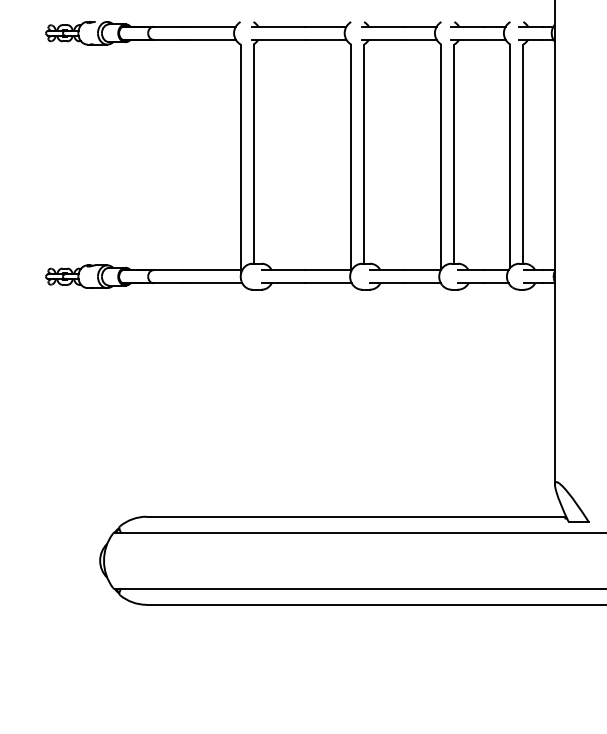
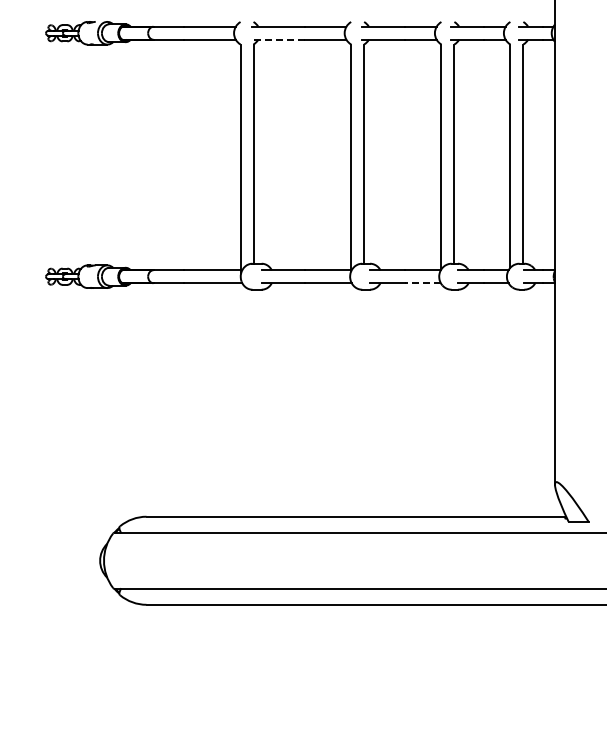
line at (278, 39): solid -> dashed
line at (422, 283): solid -> dashed
